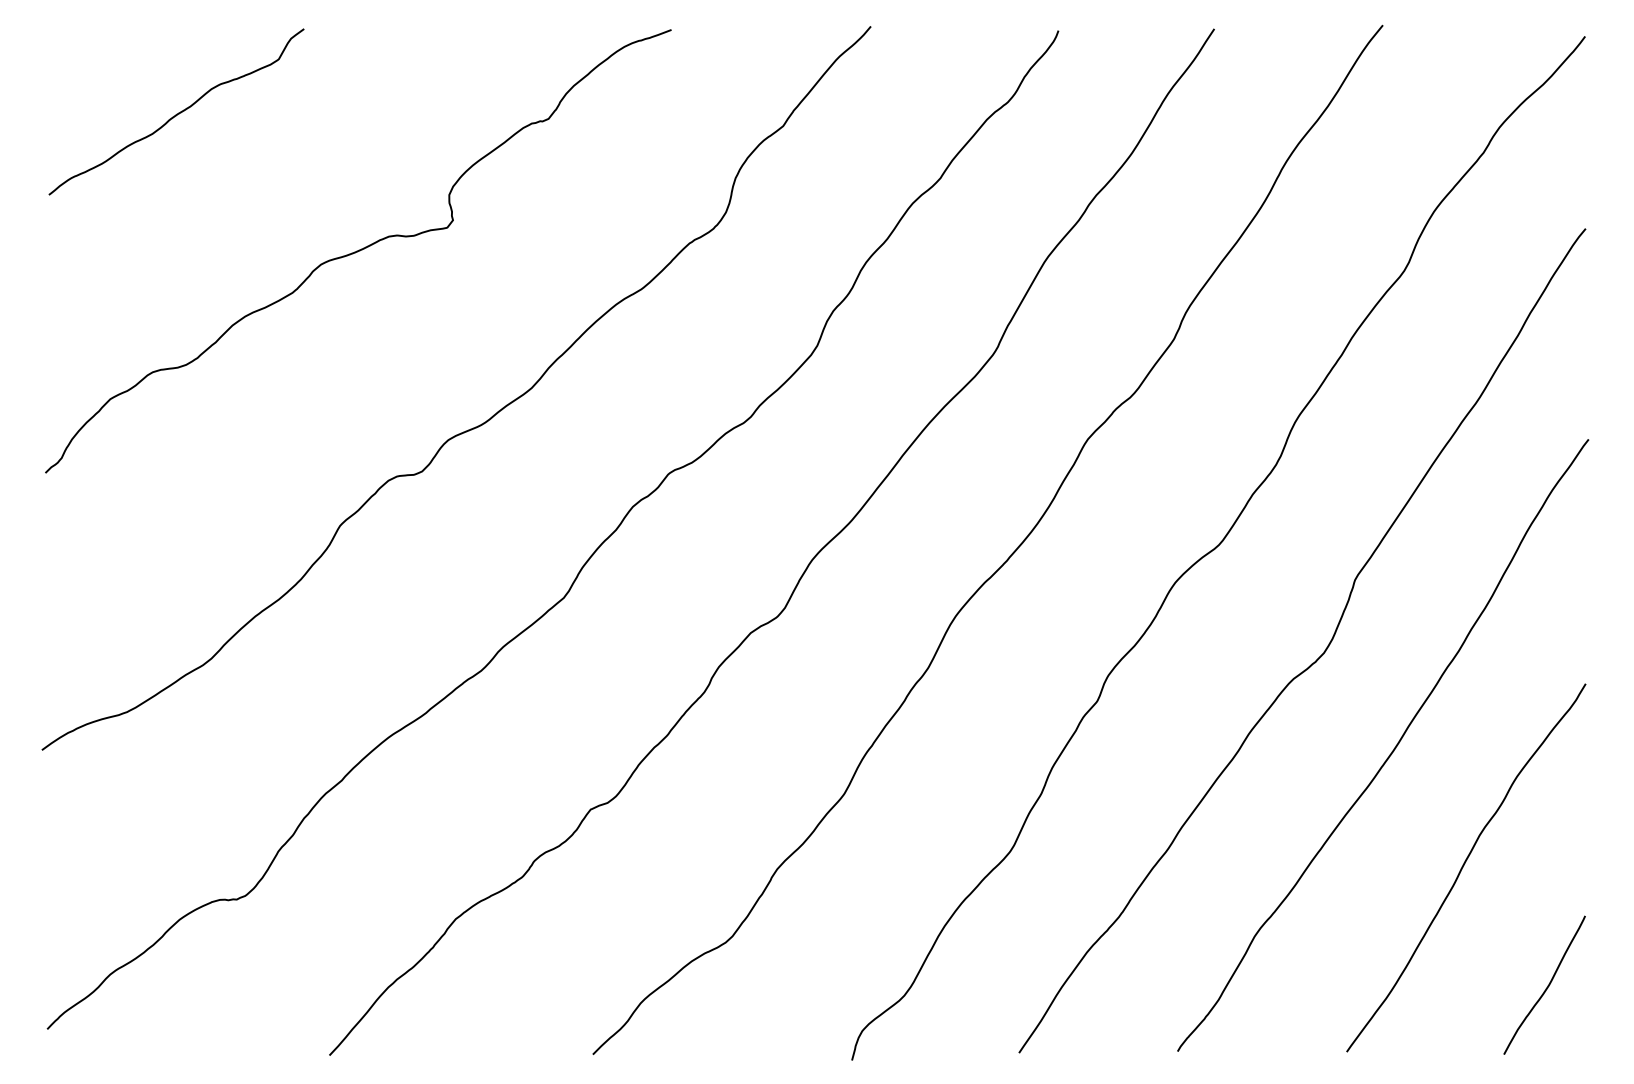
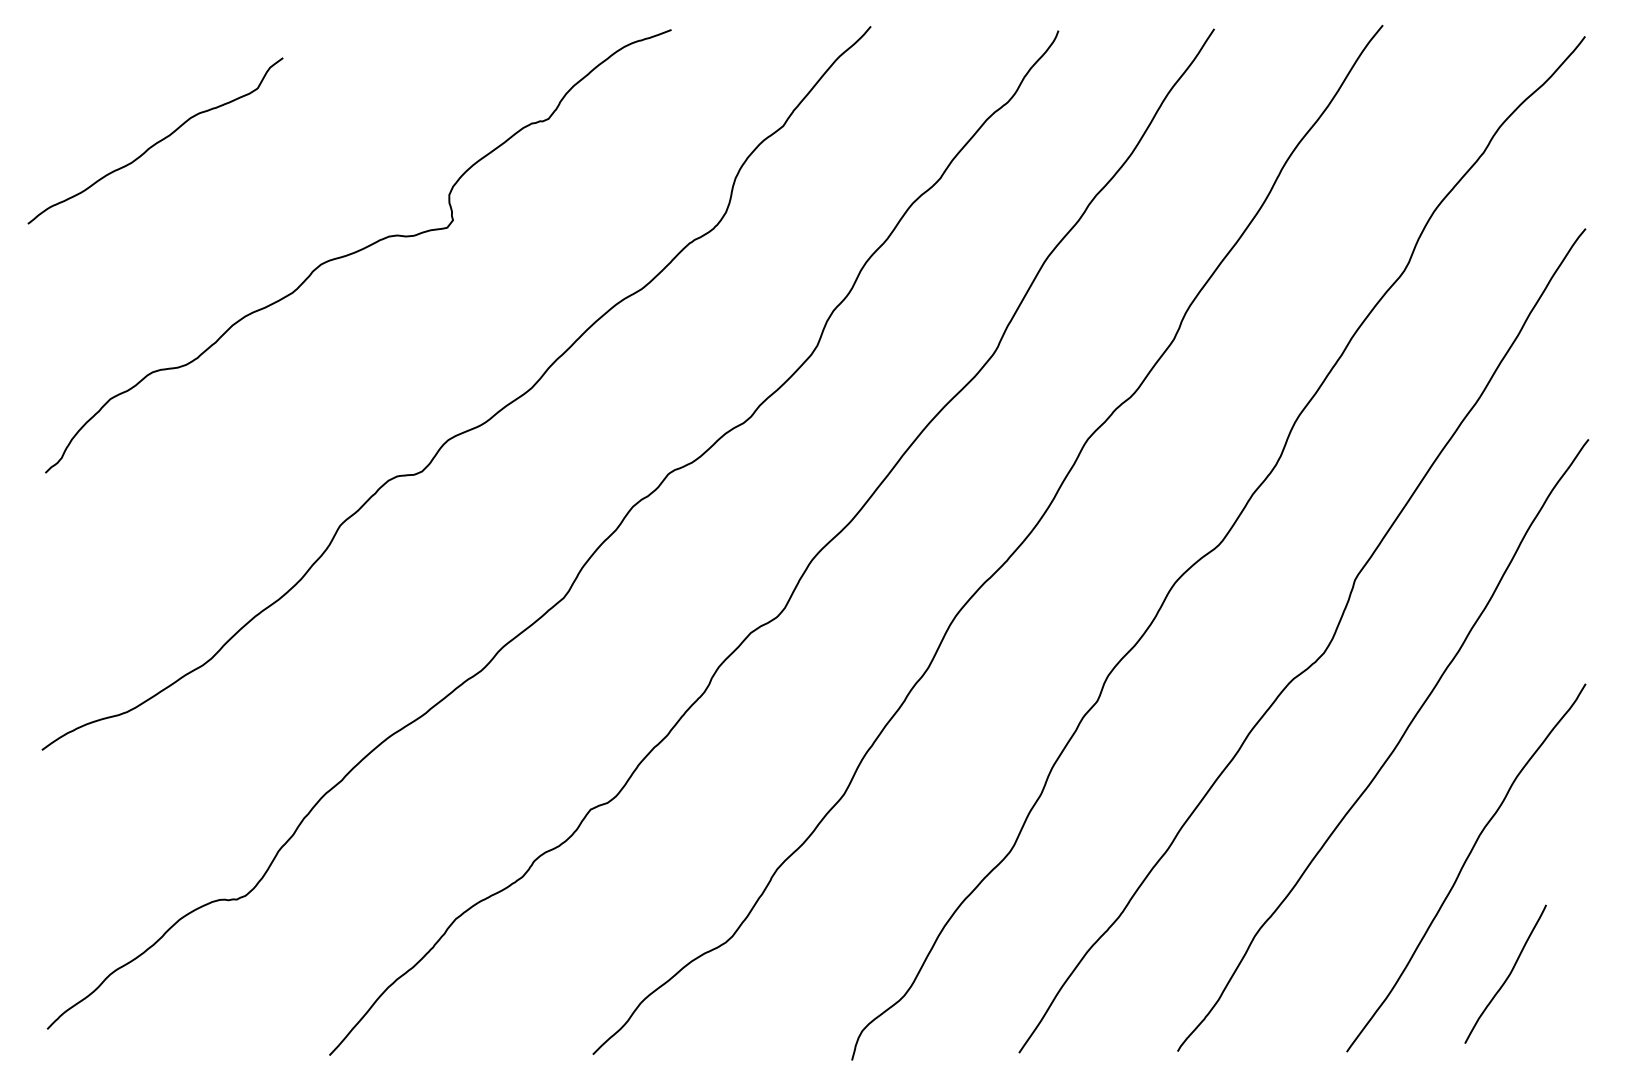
curve at (176, 113) position: (176, 113) -> (155, 142)
curve at (1547, 985) position: (1547, 985) -> (1508, 974)
